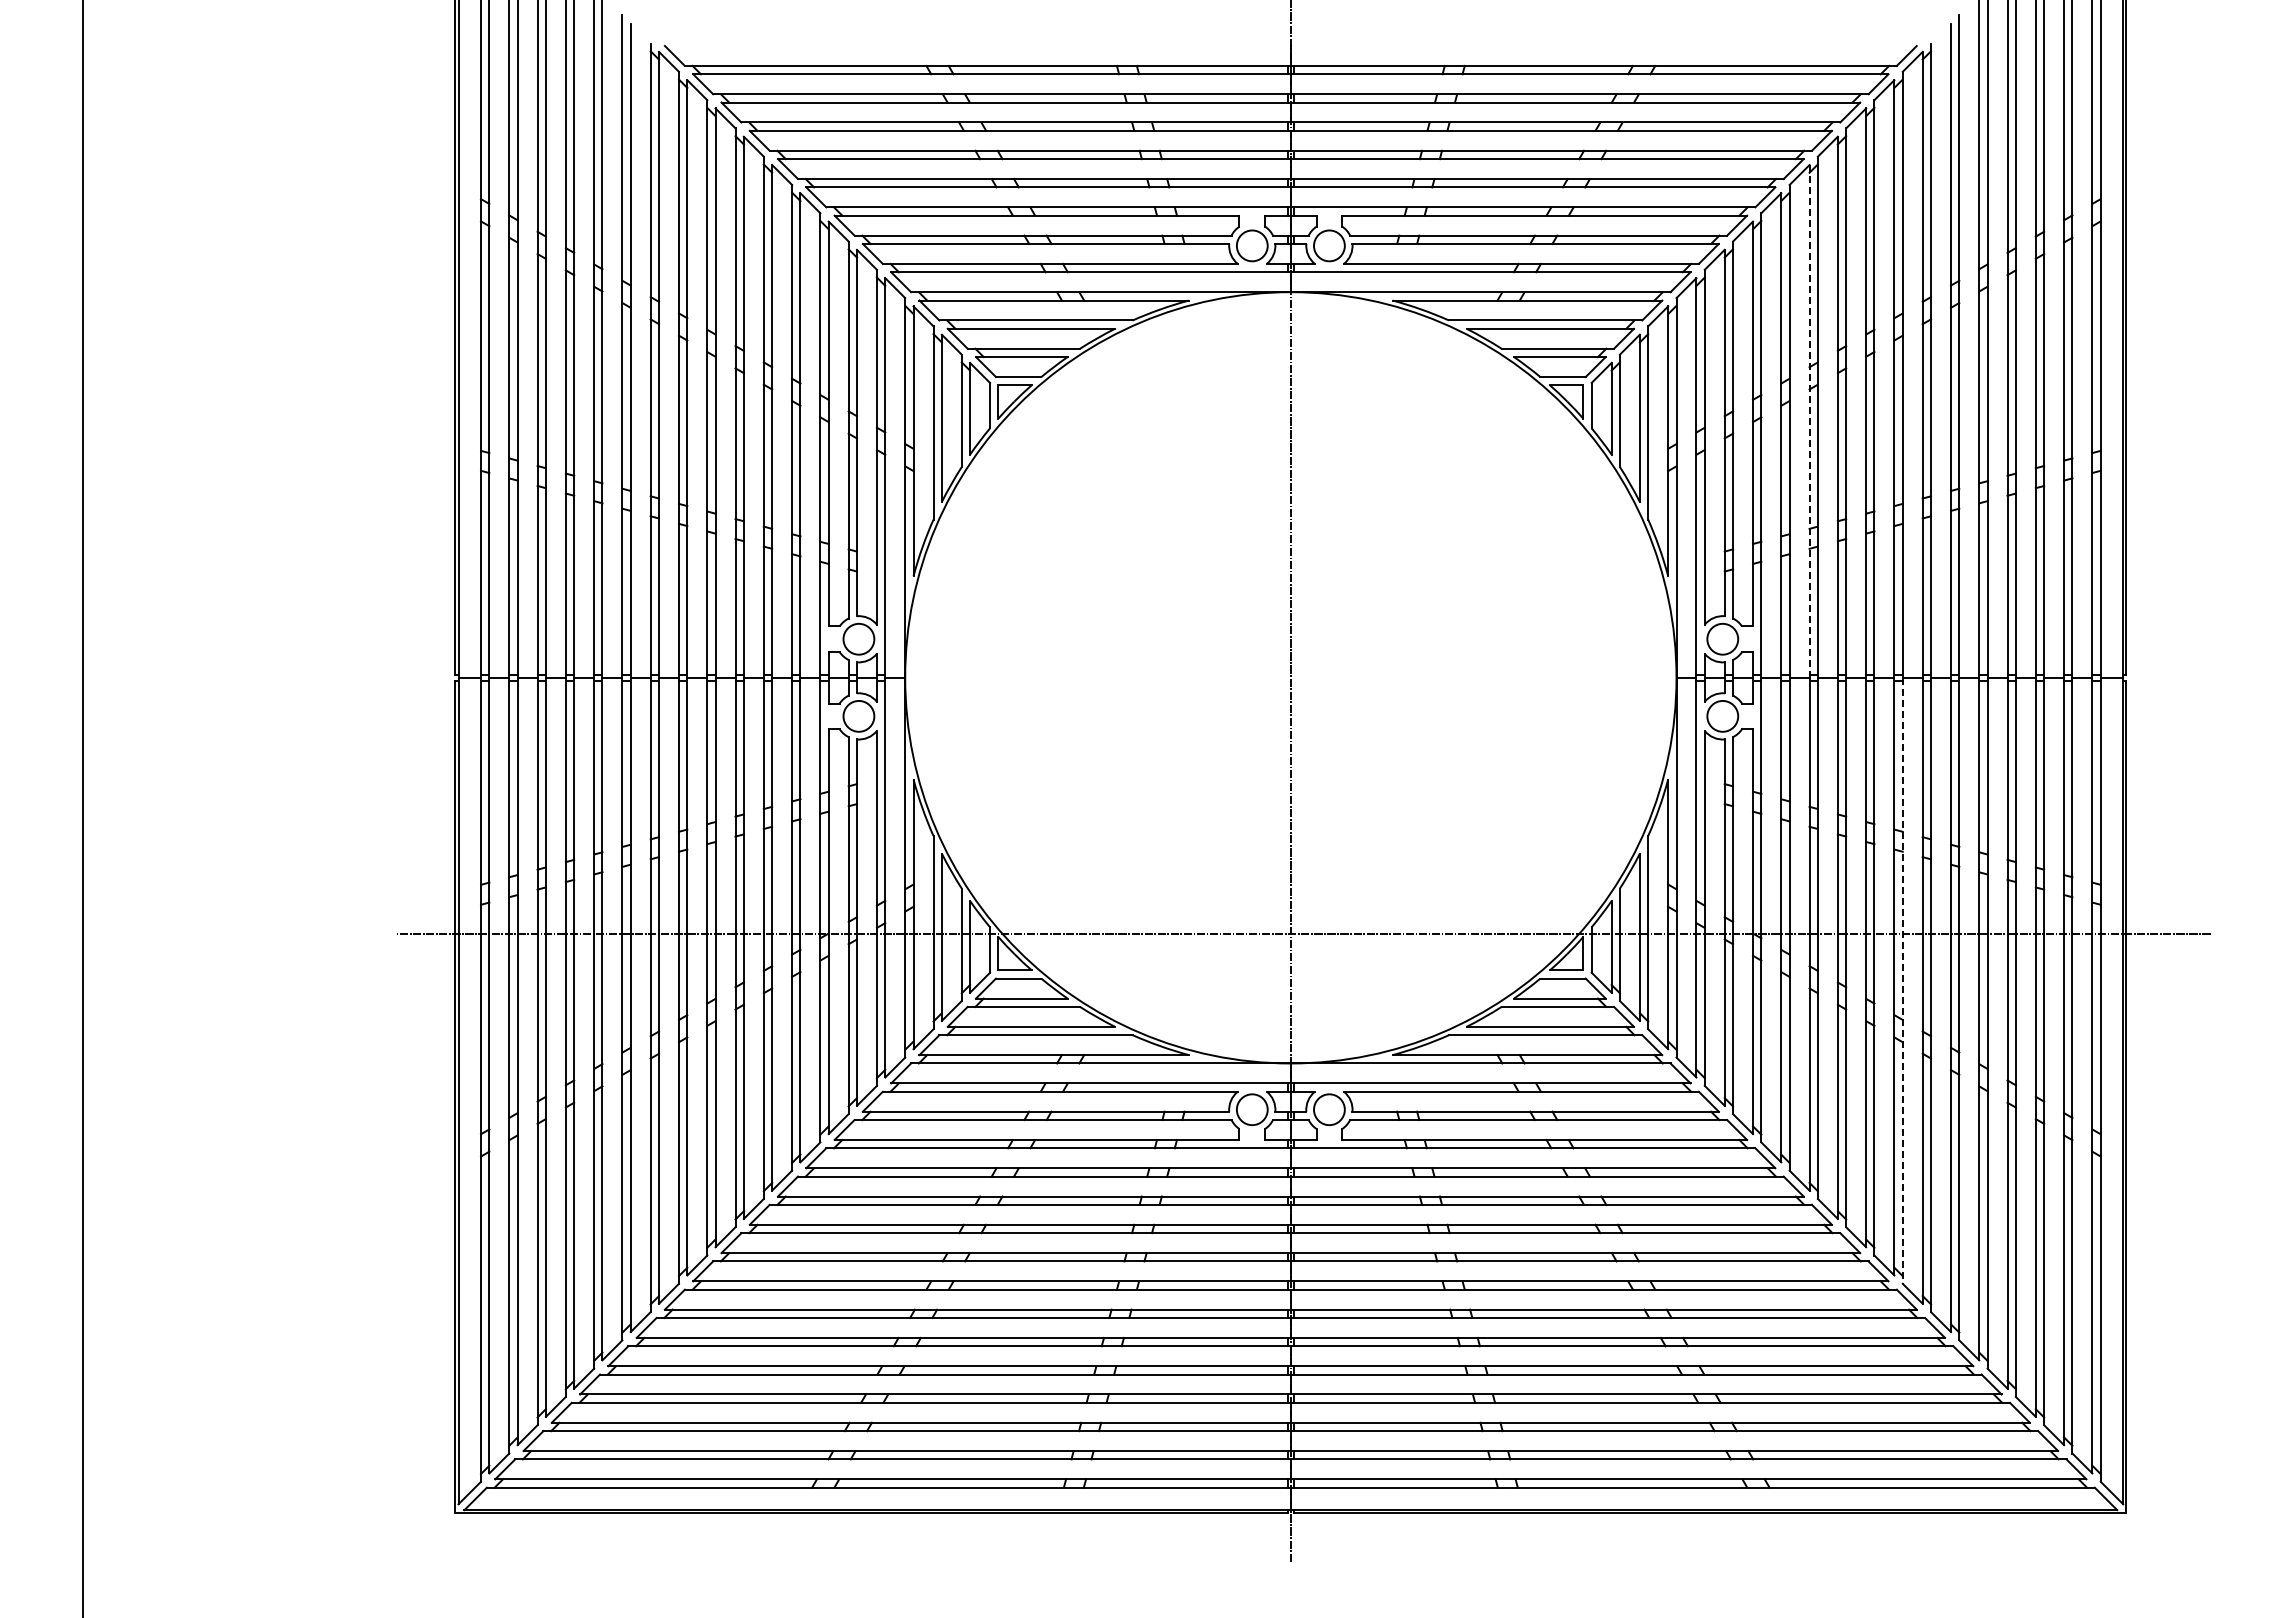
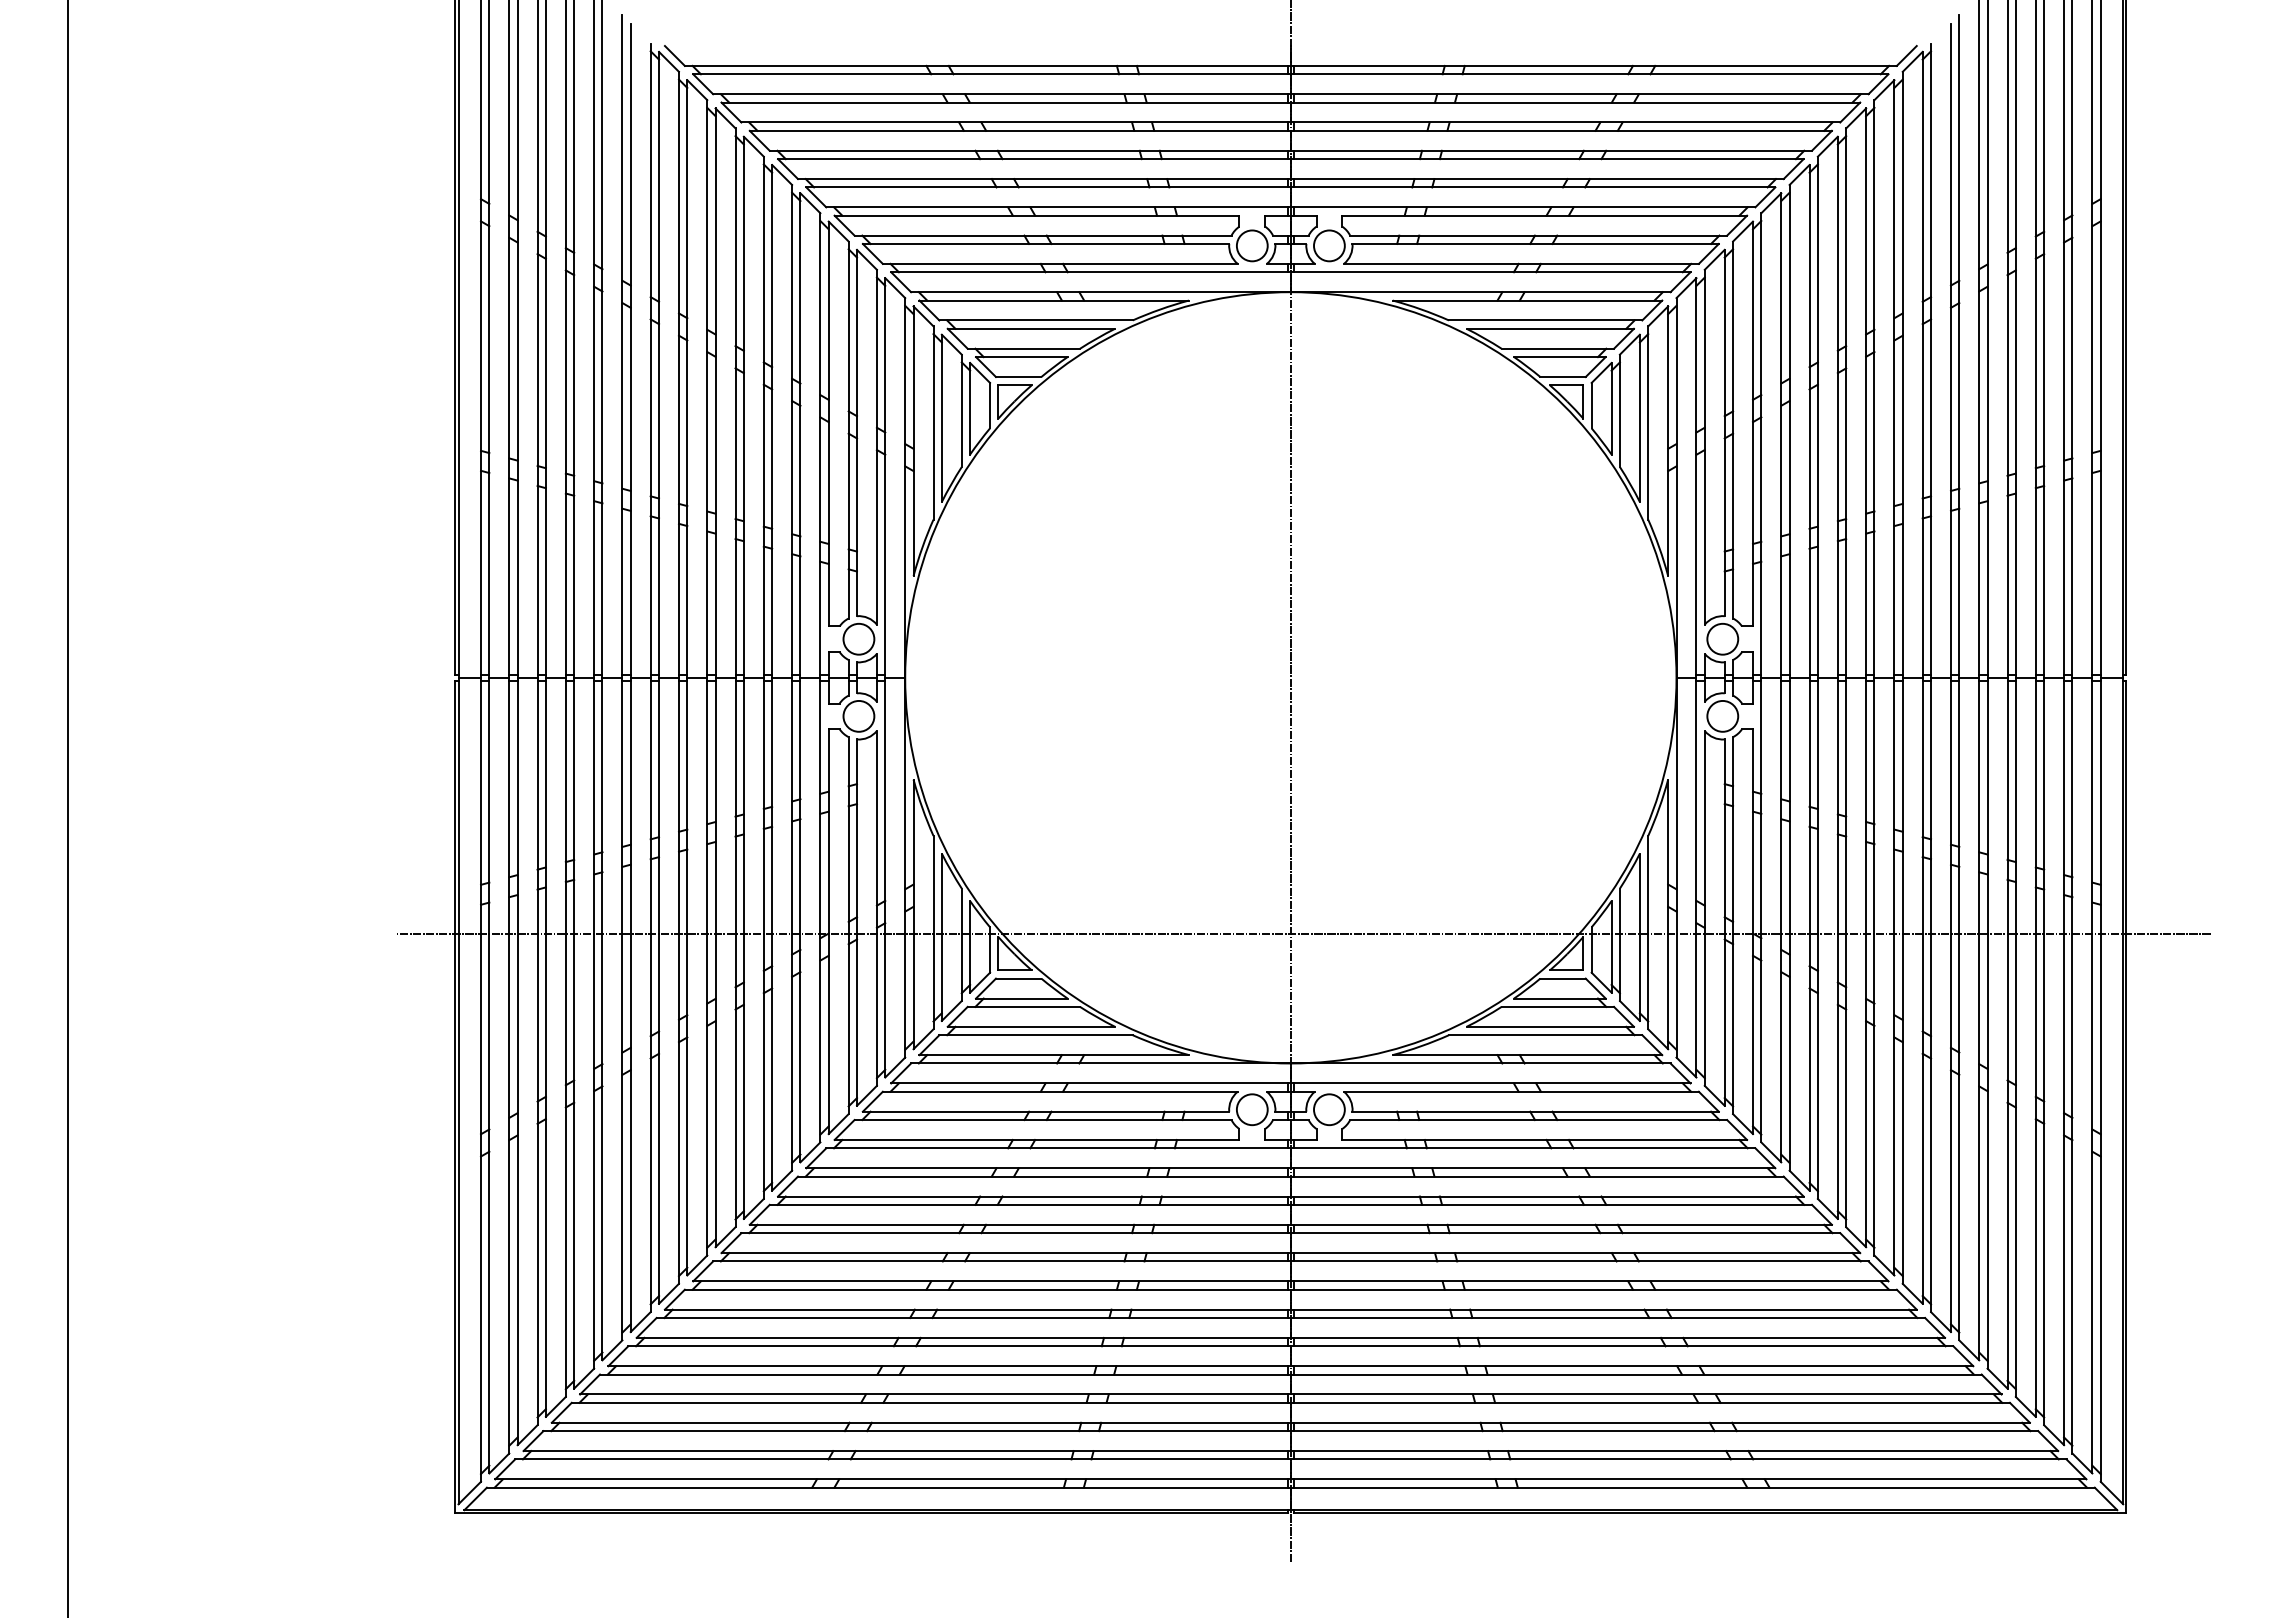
line at (1809, 420): dashed -> solid
line at (83, 808) position: (83, 808) -> (68, 808)
line at (1902, 980): dashed -> solid
